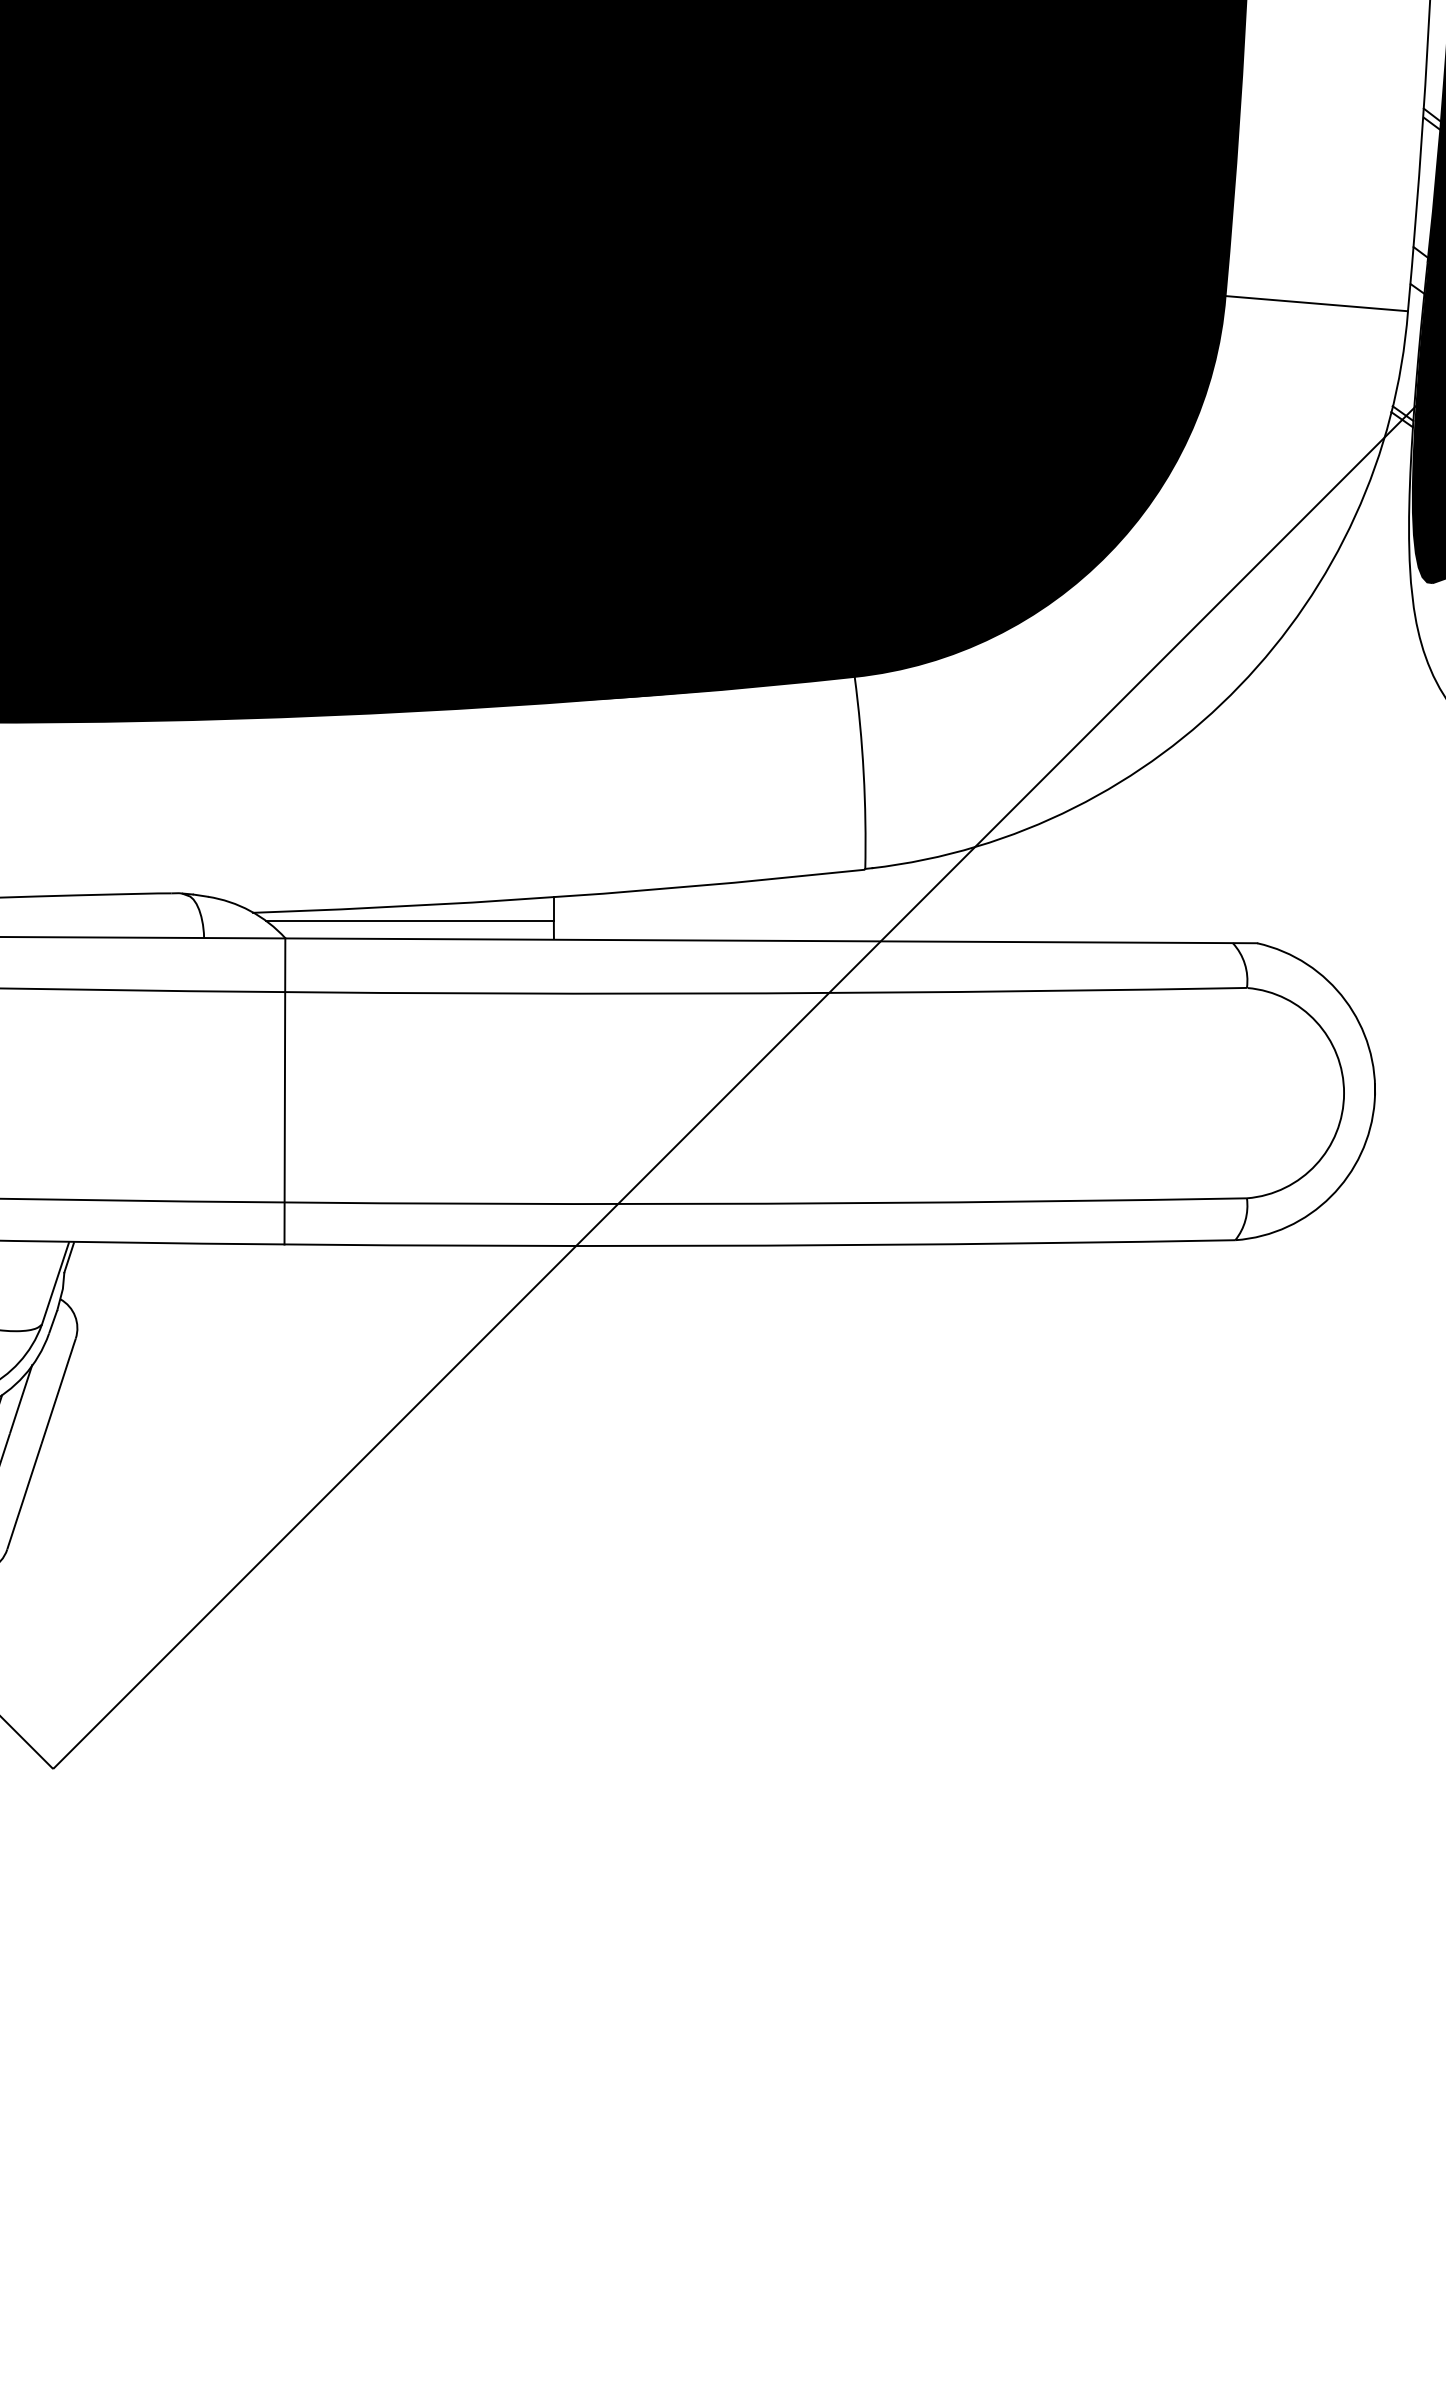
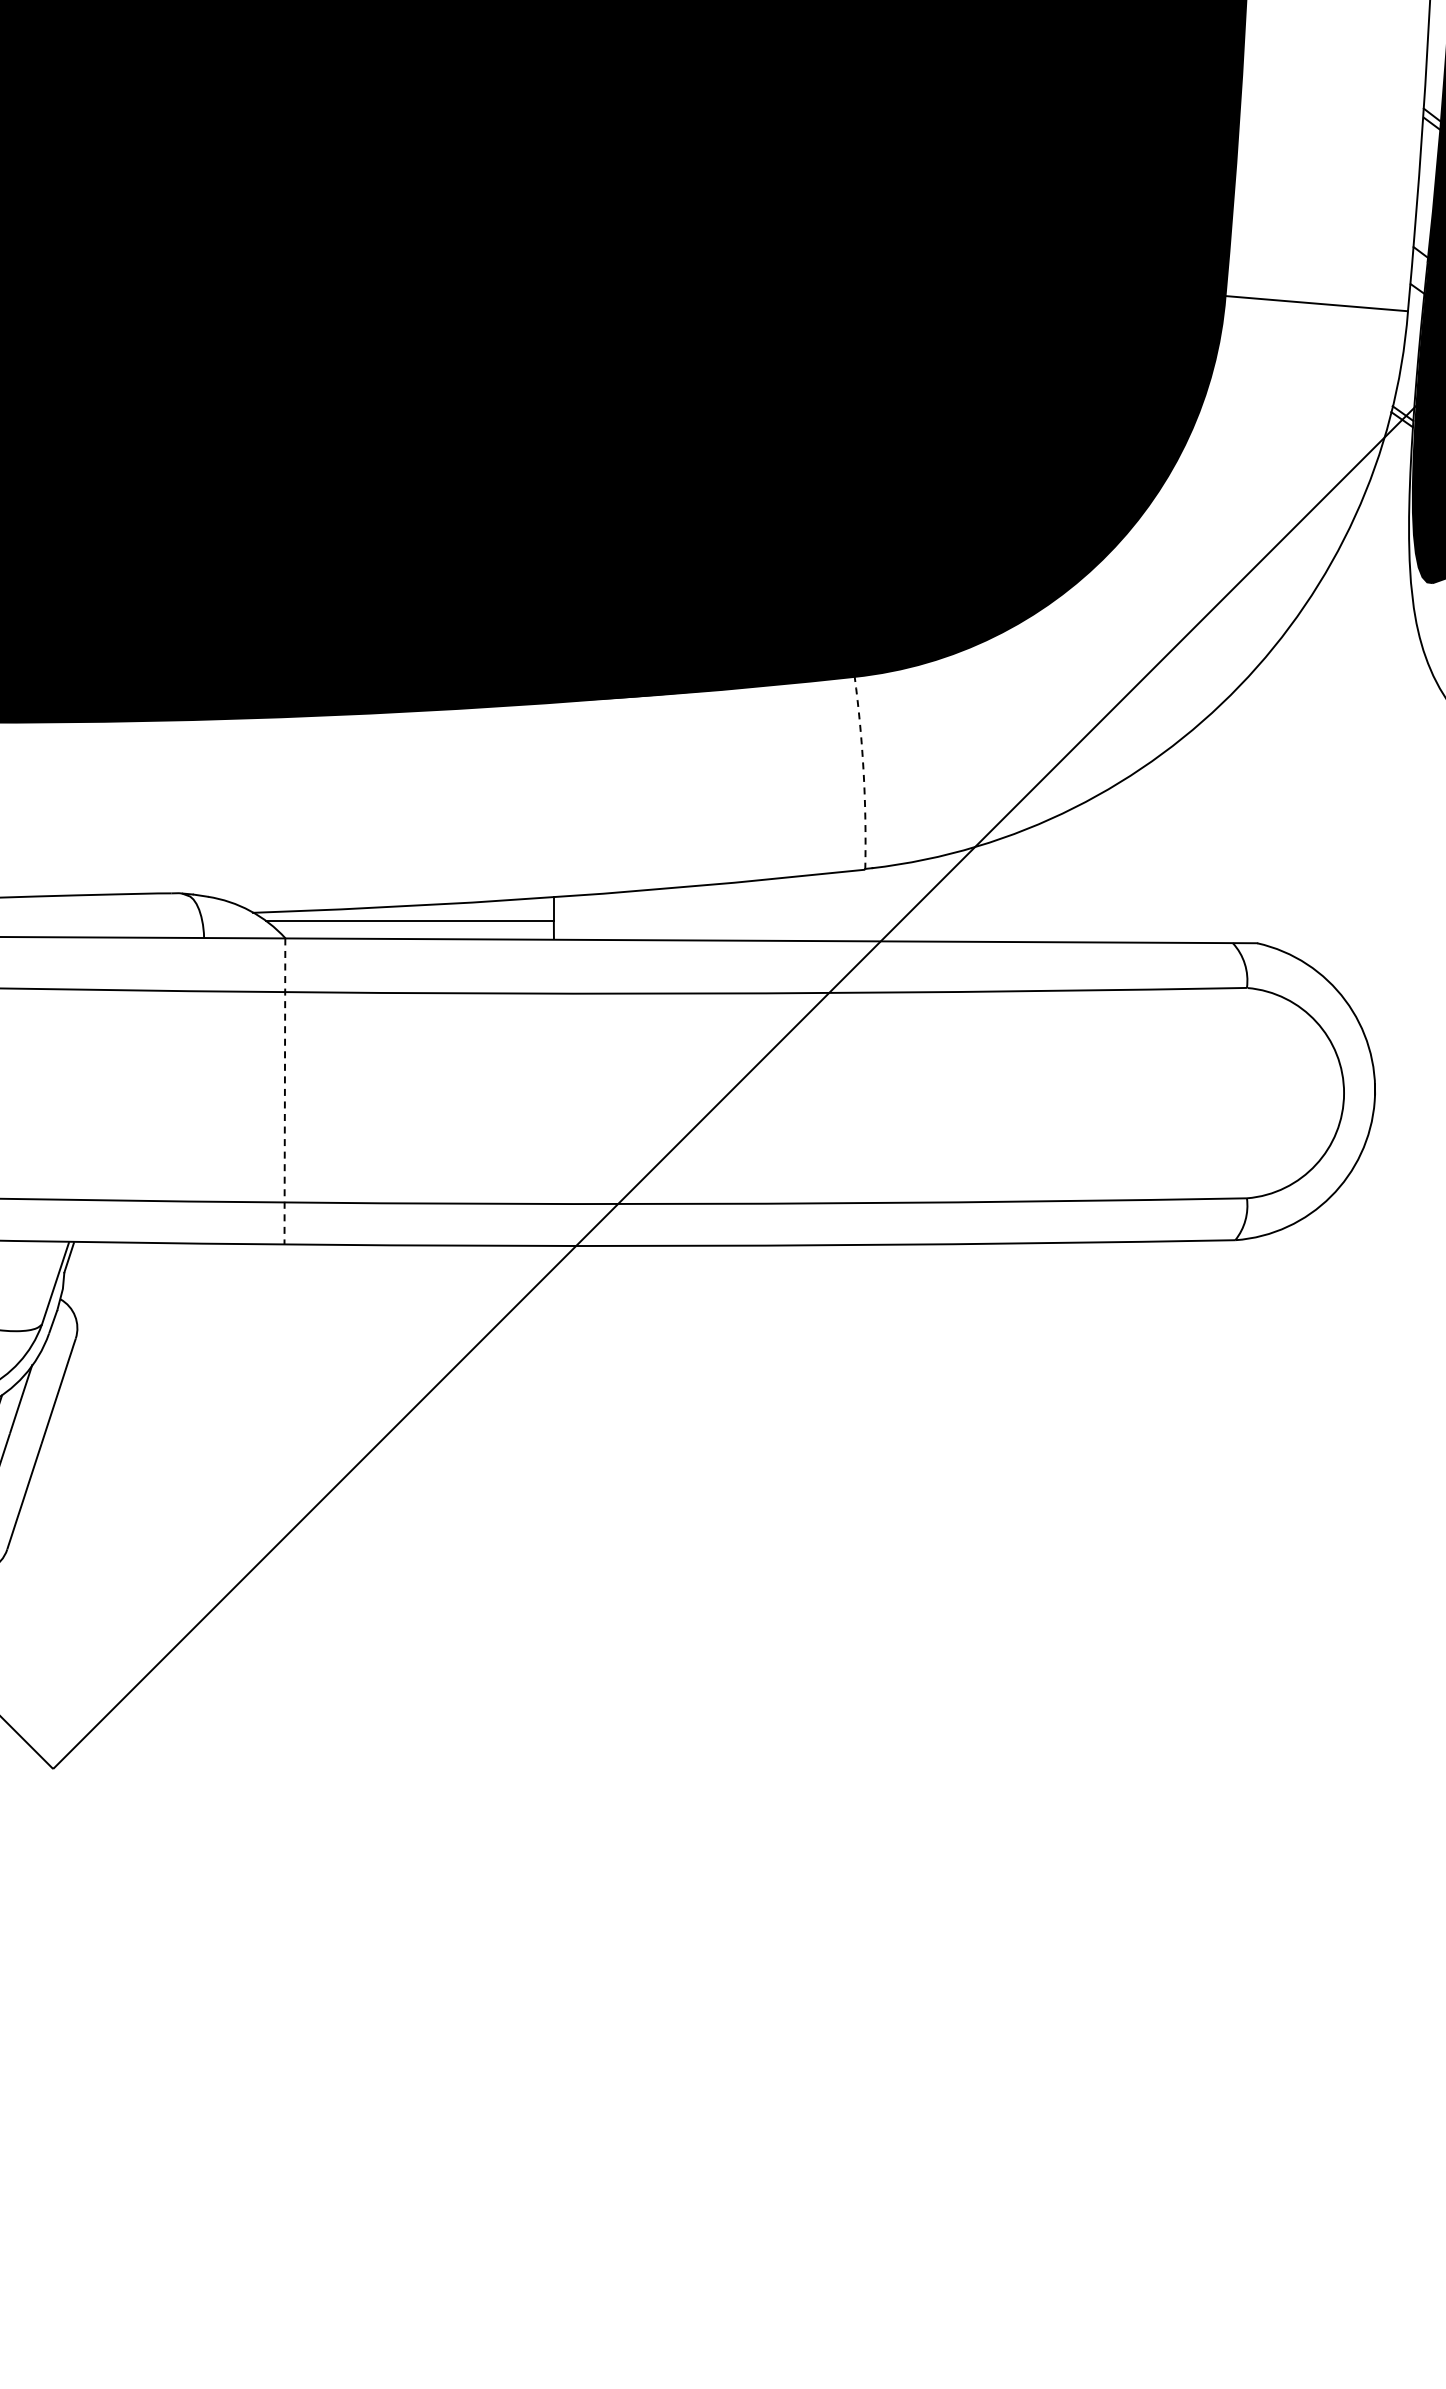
arc at (863, 773): solid -> dashed
line at (284, 1091): solid -> dashed
